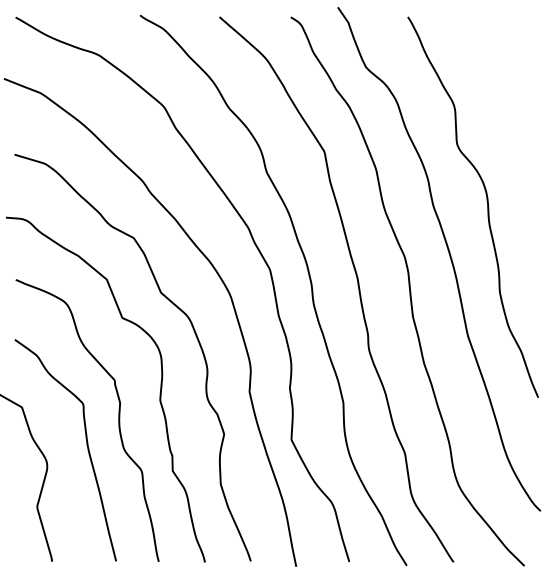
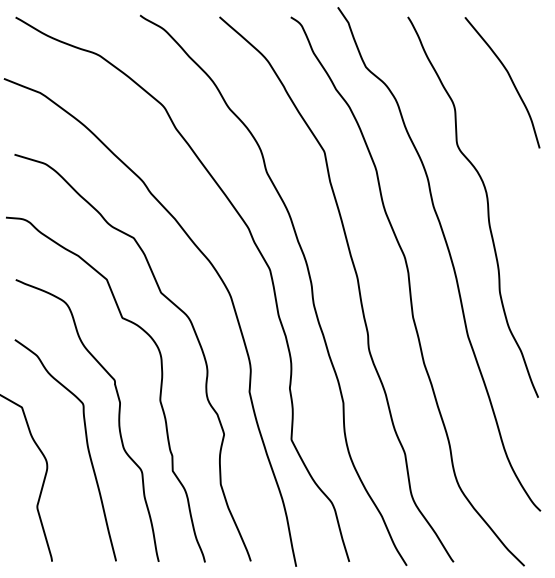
curve at (510, 80): none -> present
